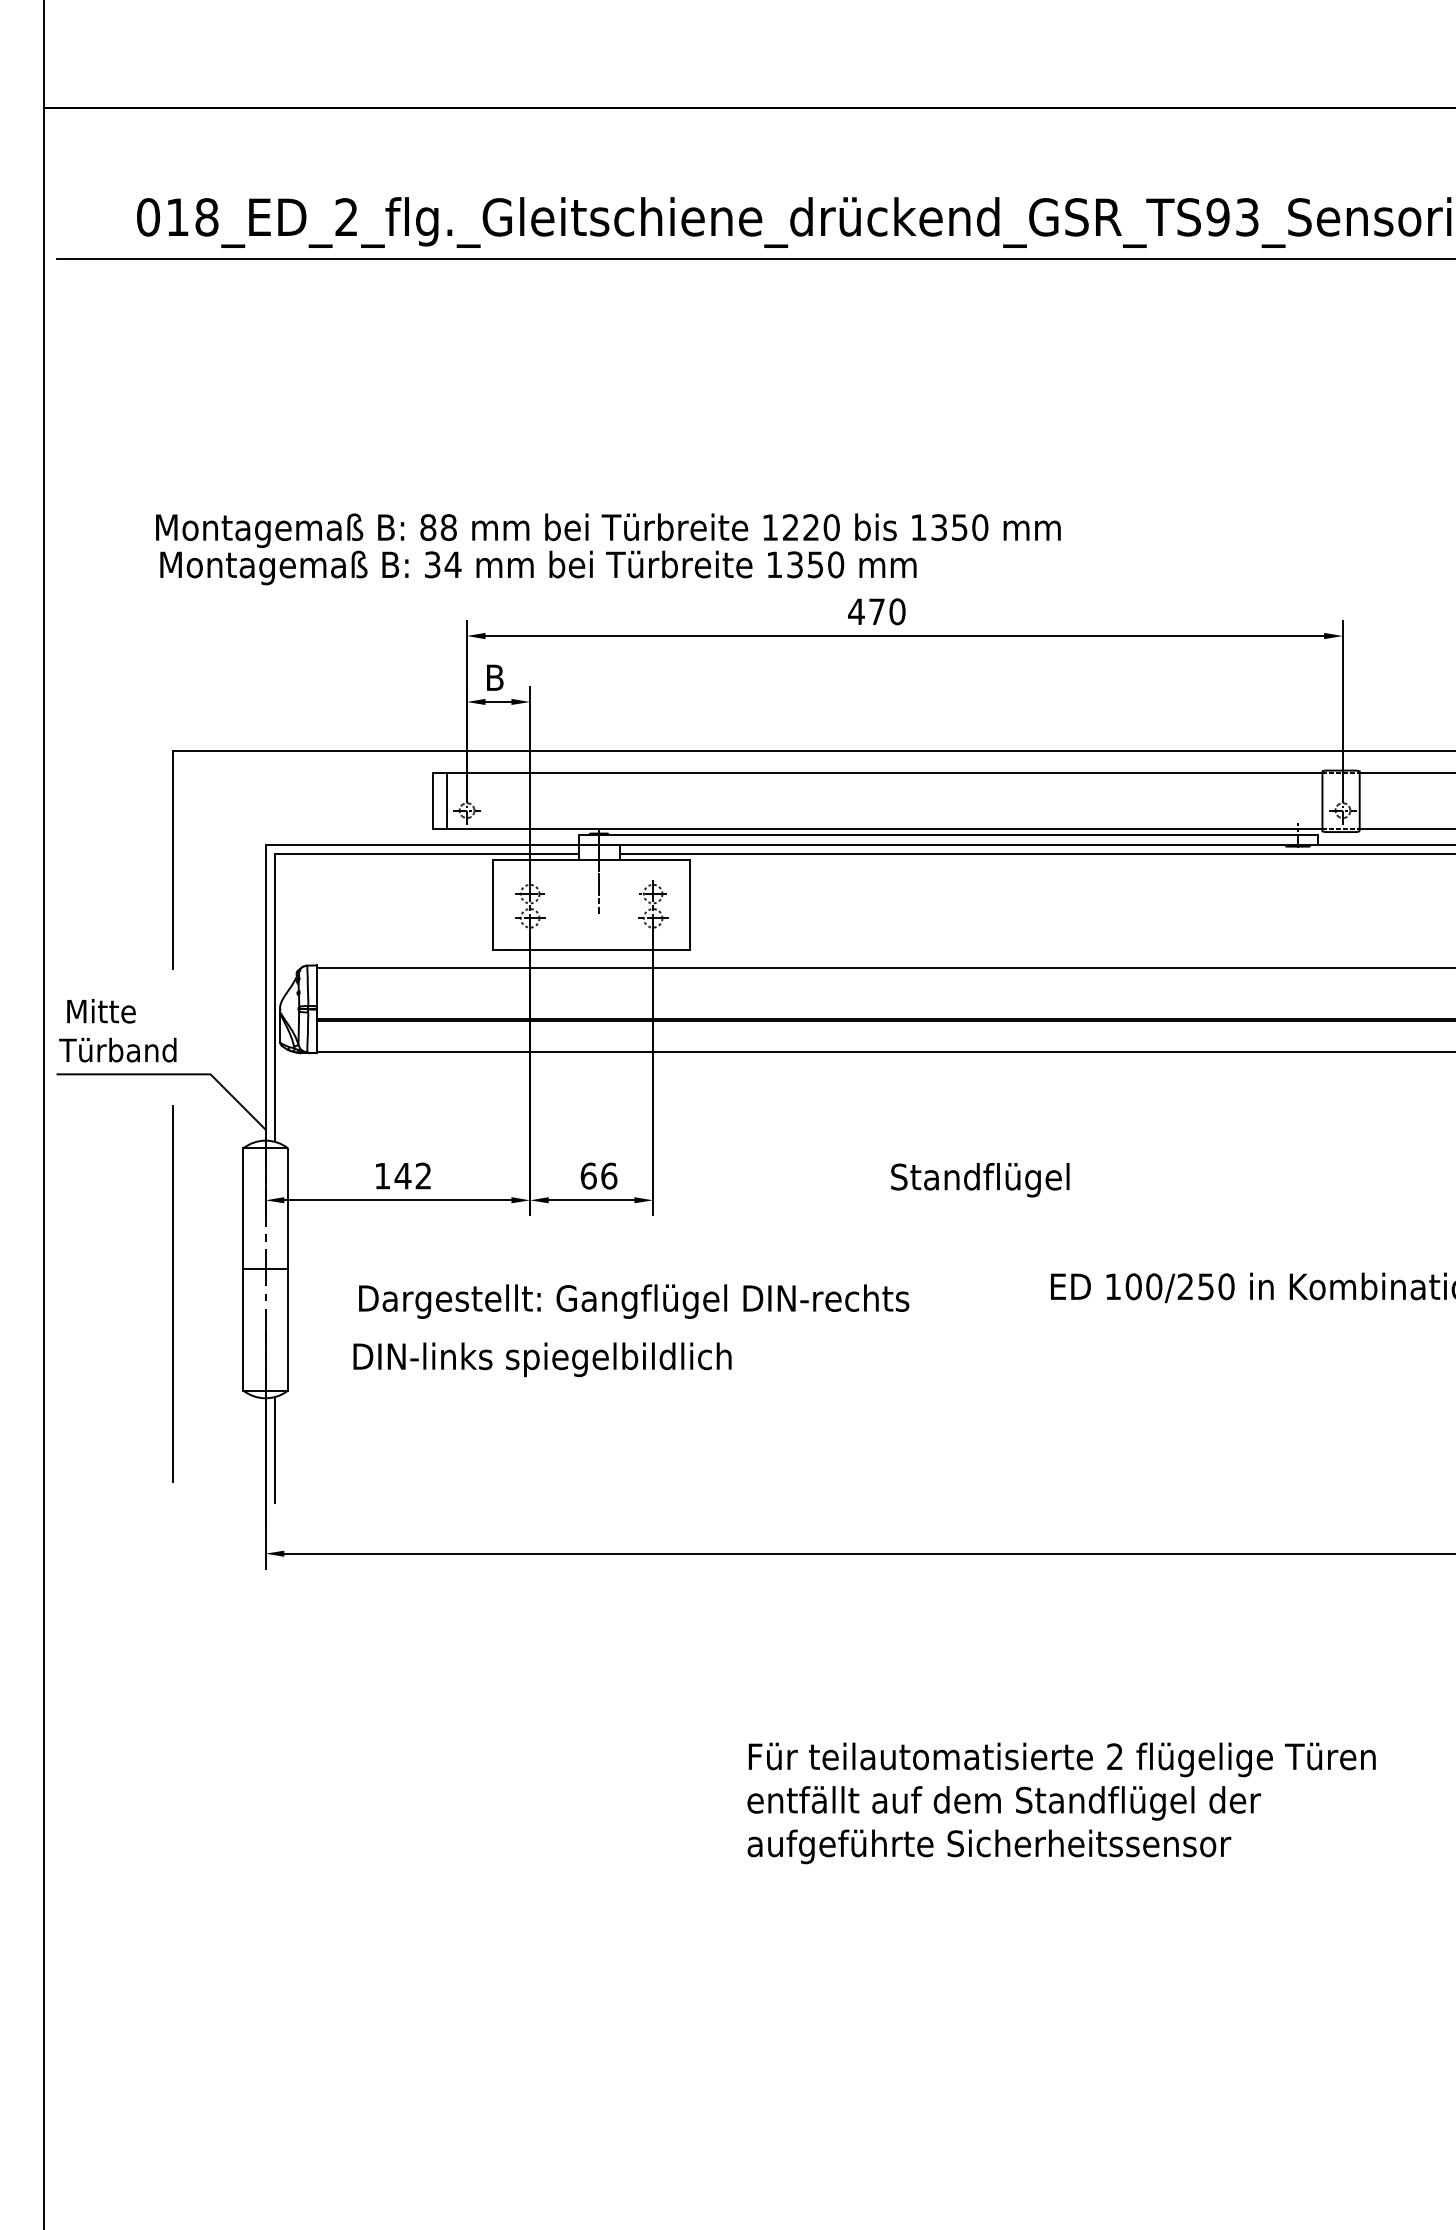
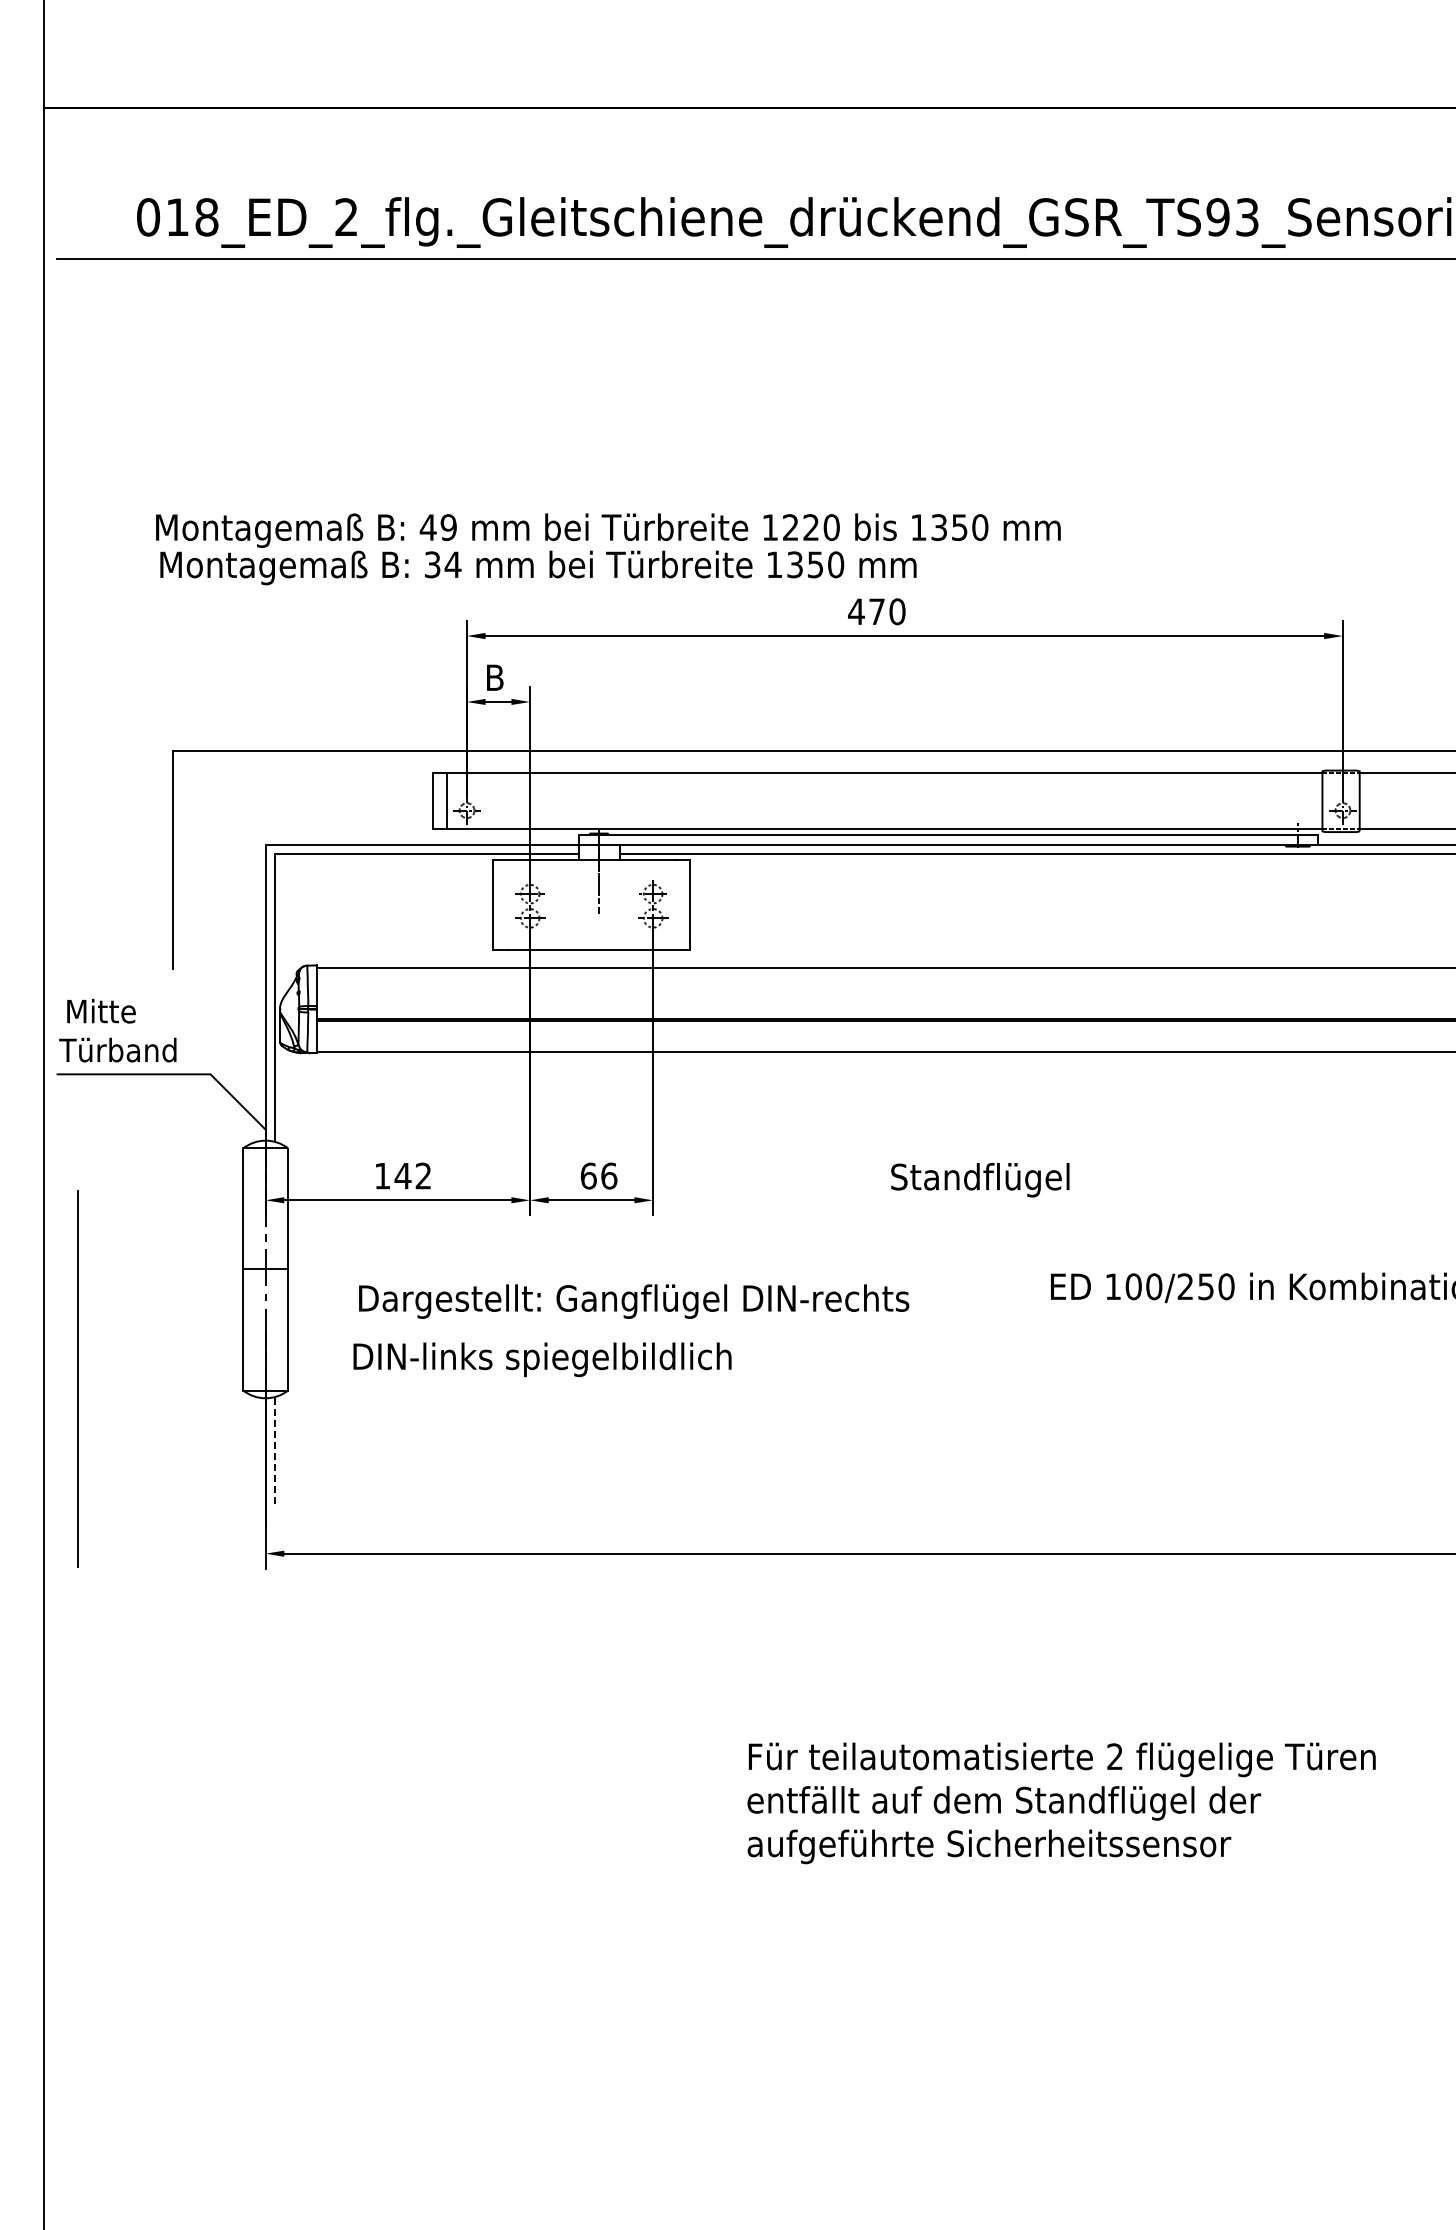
text at (437, 527): 88 -> 49
line at (172, 1293) position: (172, 1293) -> (77, 1378)
line at (275, 1449): solid -> dashed
